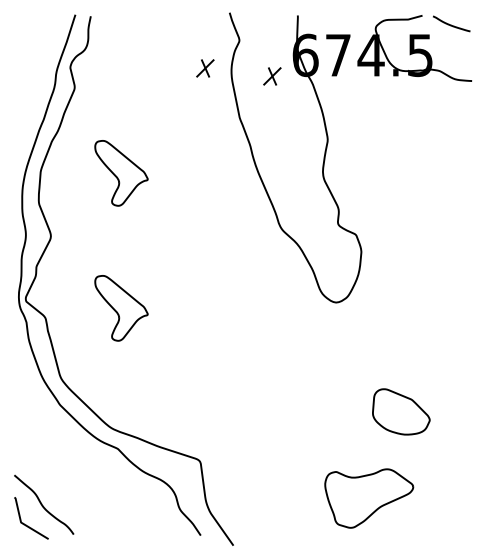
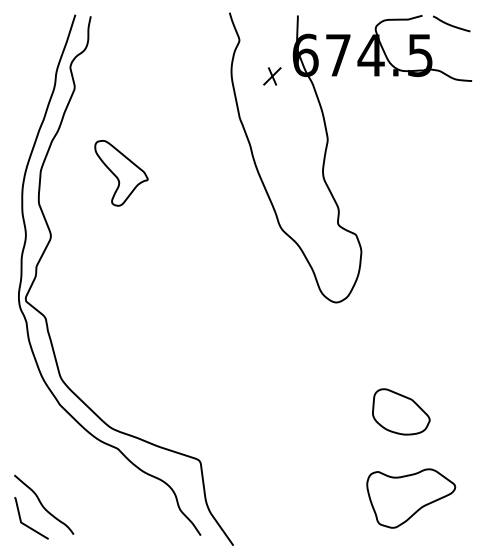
part at (205, 68): present -> none
part at (121, 308): present -> none
part at (369, 498) position: (369, 498) -> (411, 498)
